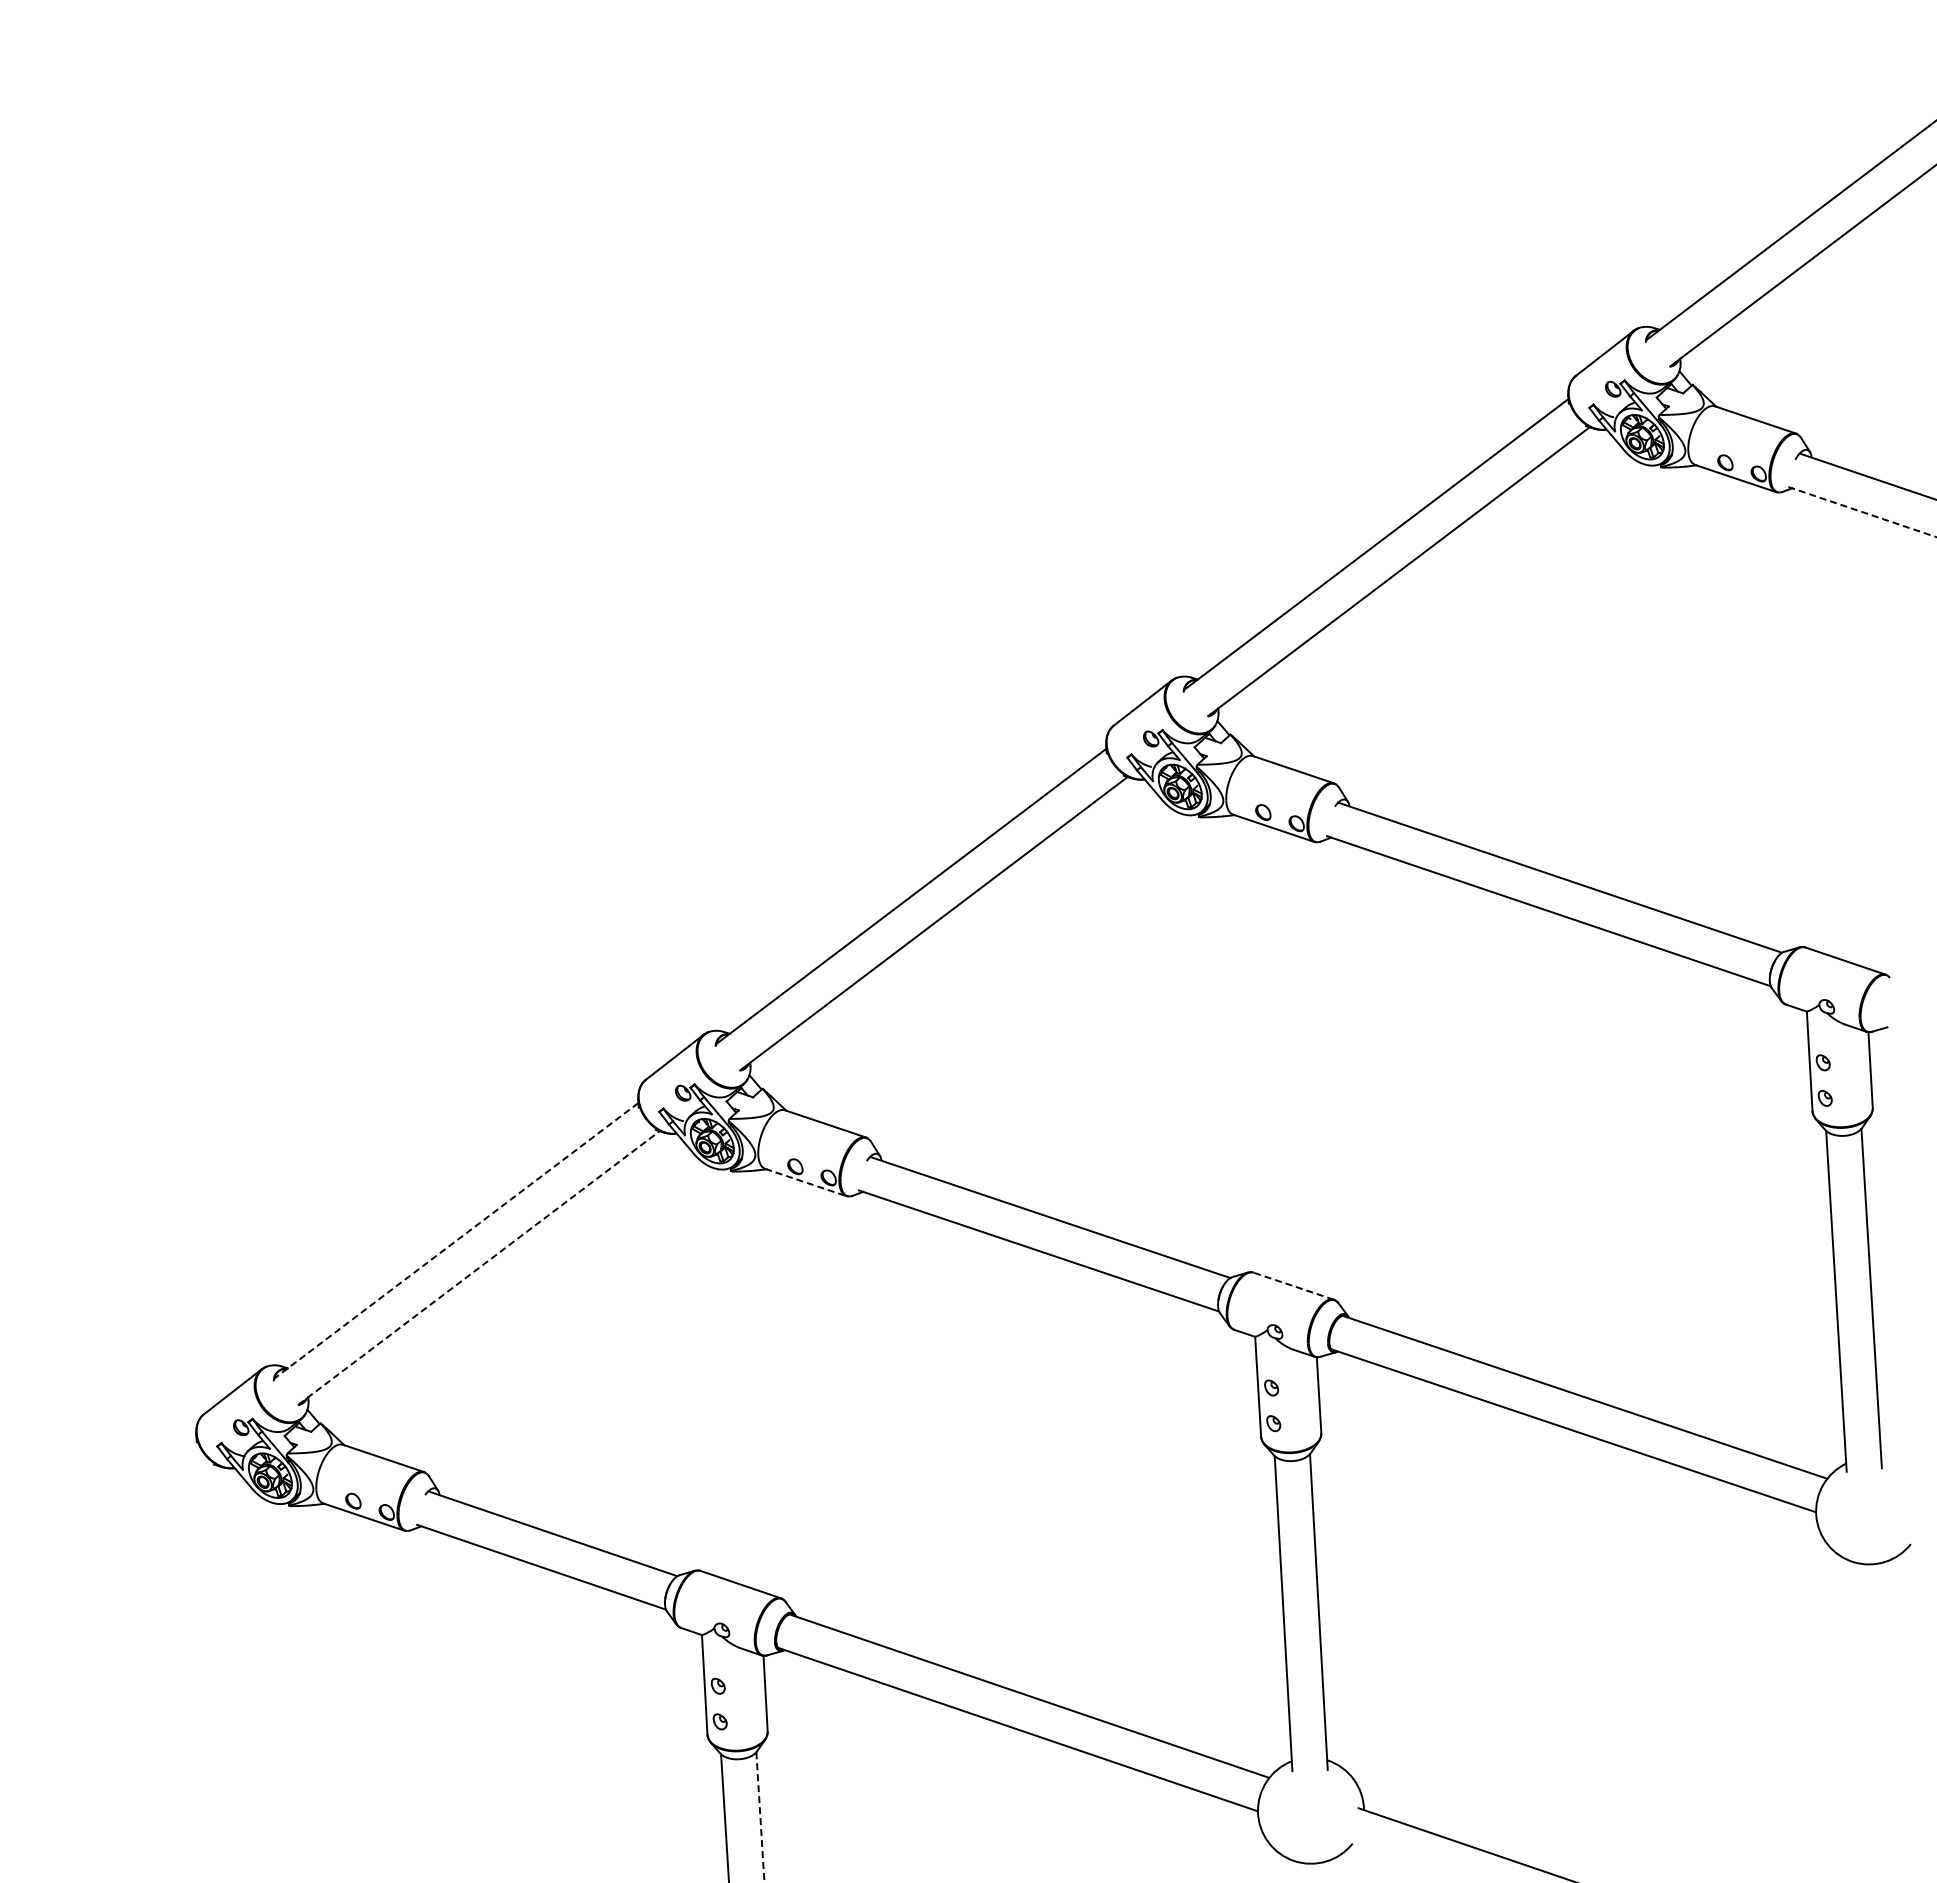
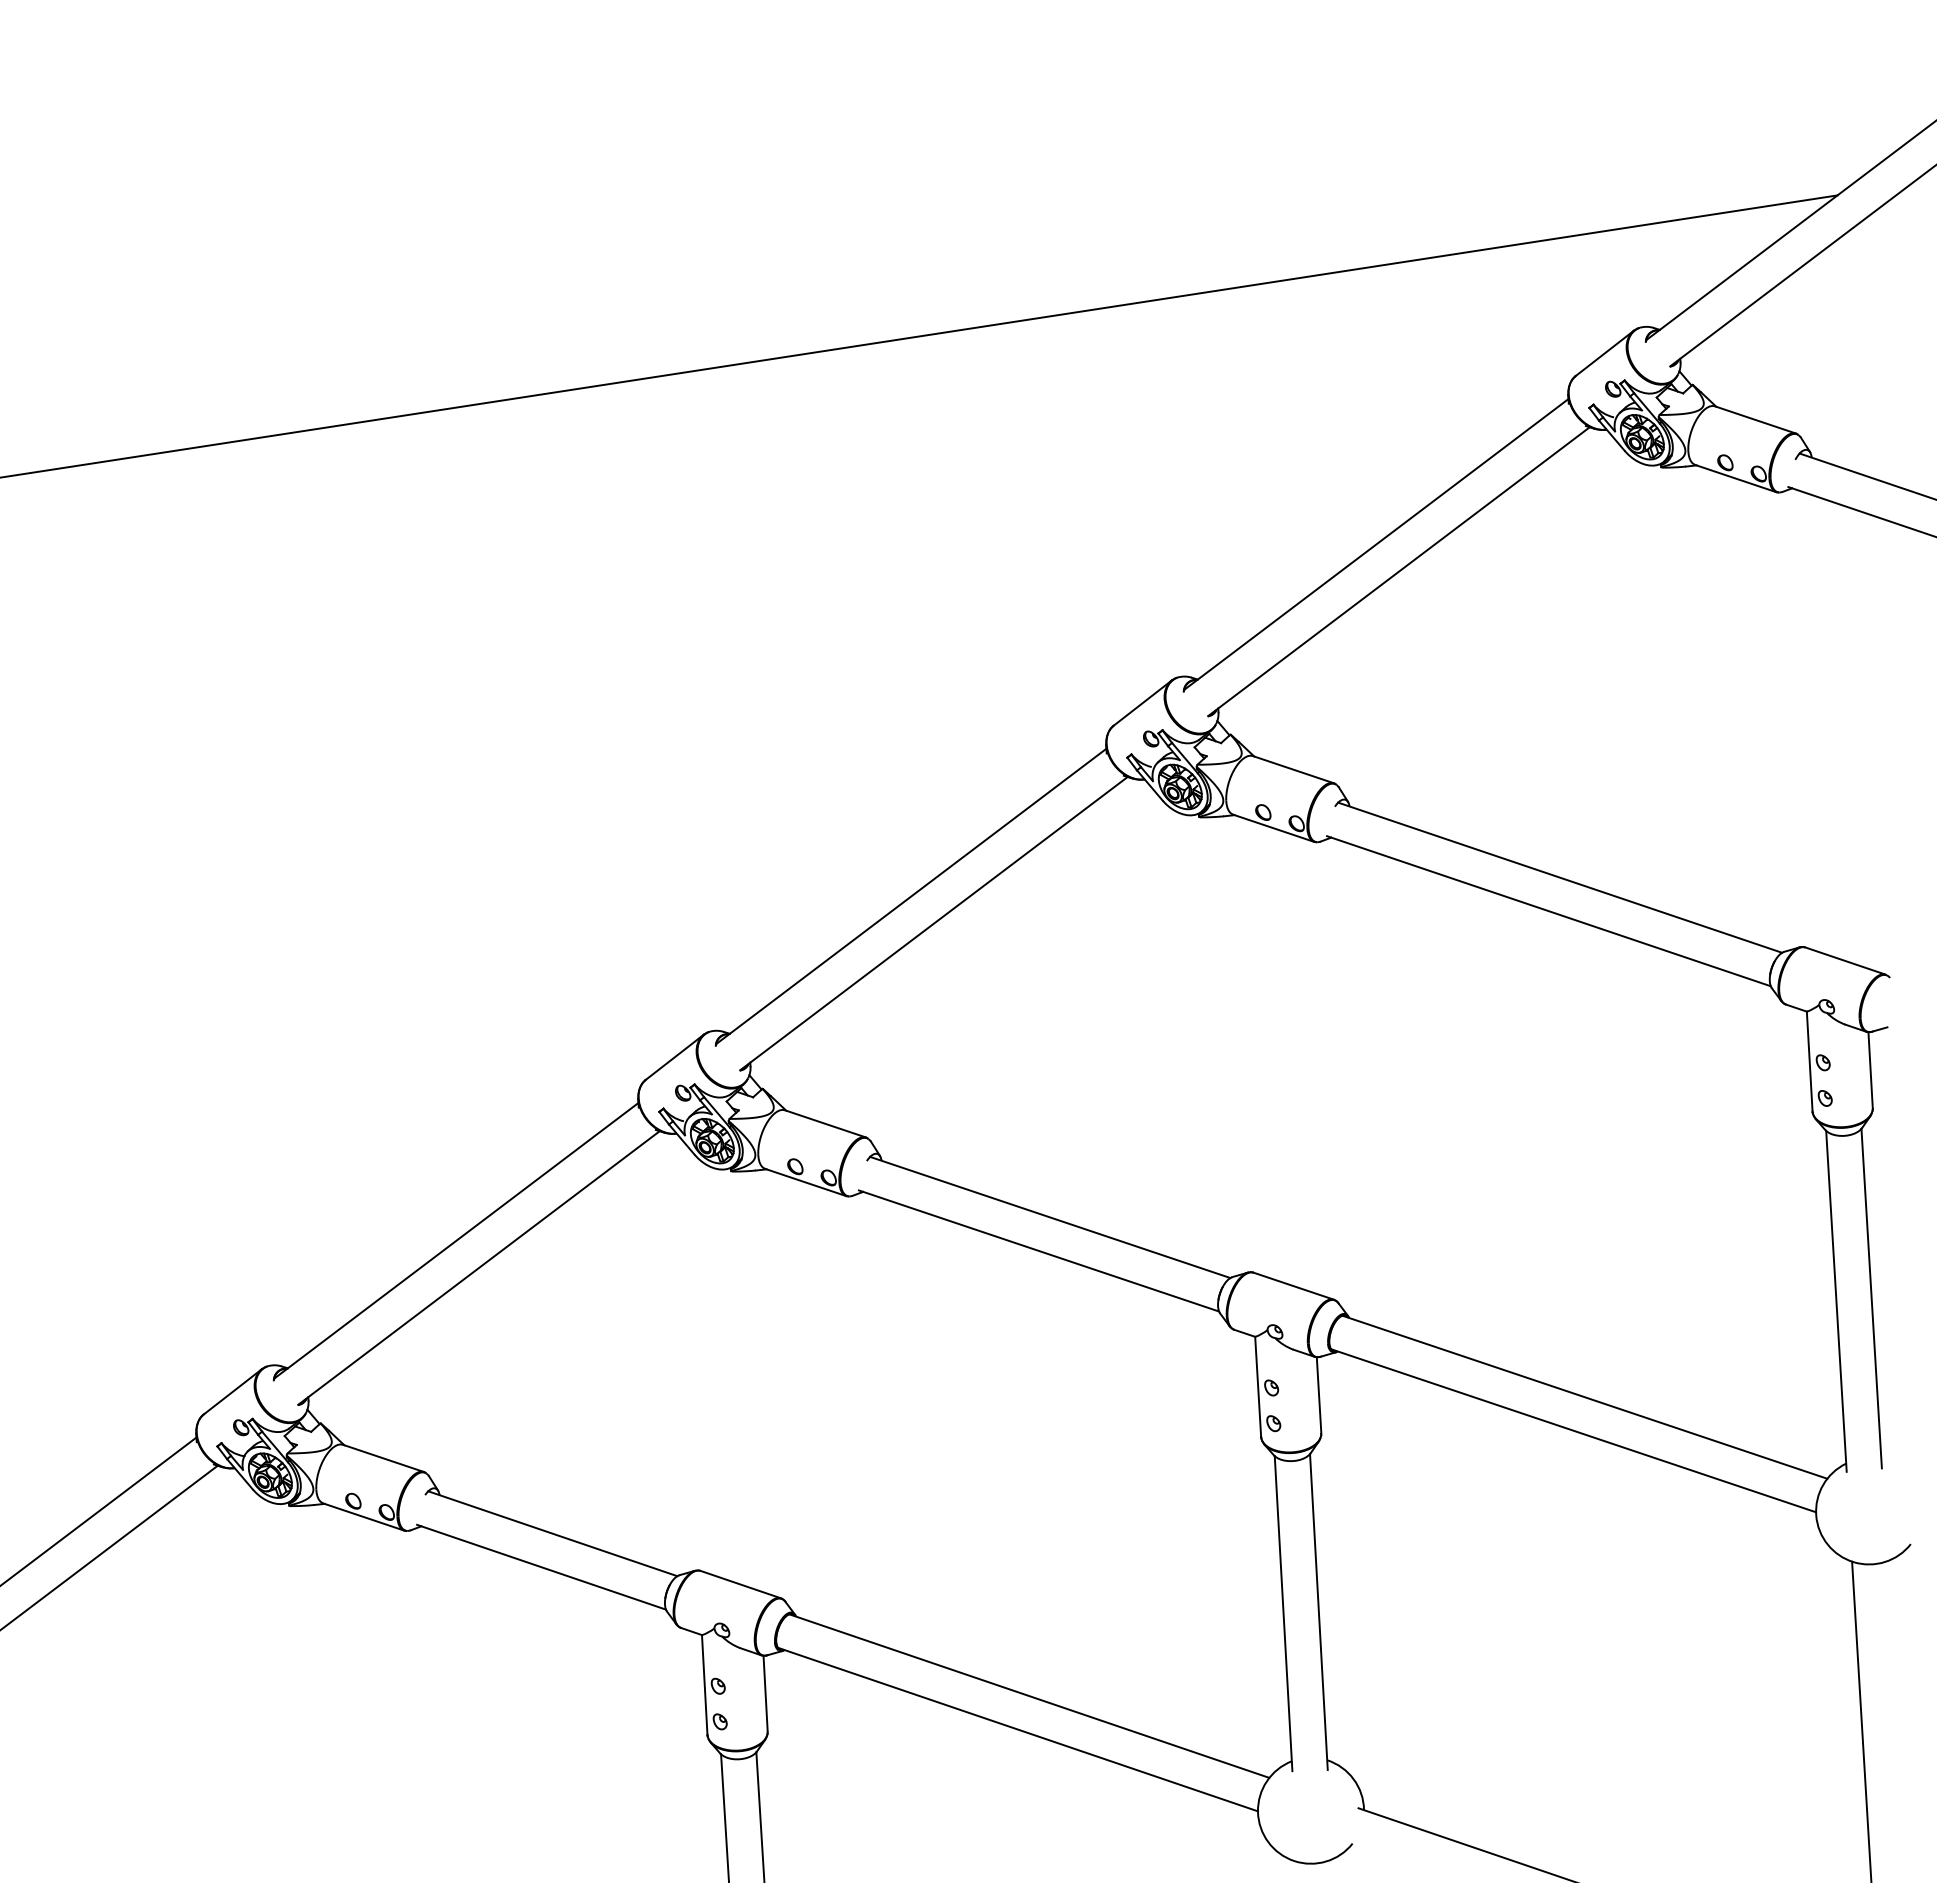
line at (919, 336): none -> present
line at (1863, 512): dashed -> solid
line at (805, 1182): dashed -> solid
line at (456, 1241): dashed -> solid
line at (479, 1267): dashed -> solid
line at (1293, 1286): dashed -> solid
line at (99, 1510): none -> present
line at (109, 1546): none -> present
line at (1861, 1720): none -> present
line at (760, 1817): dashed -> solid
